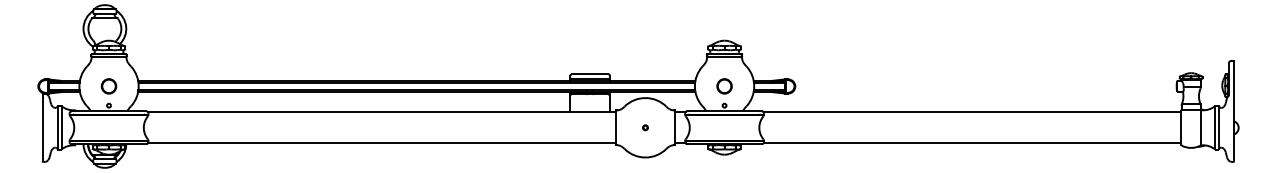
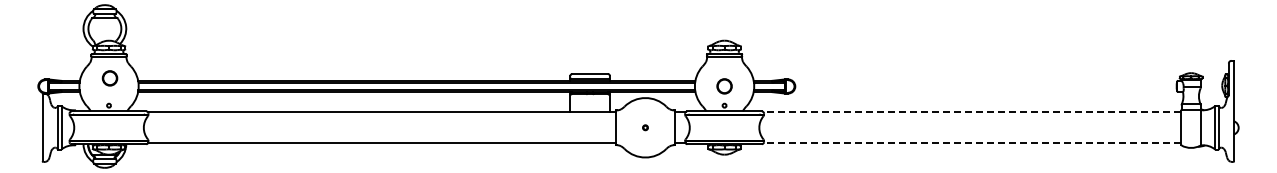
part at (108, 86) position: (108, 86) -> (109, 78)
line at (972, 112): solid -> dashed
line at (972, 143): solid -> dashed
